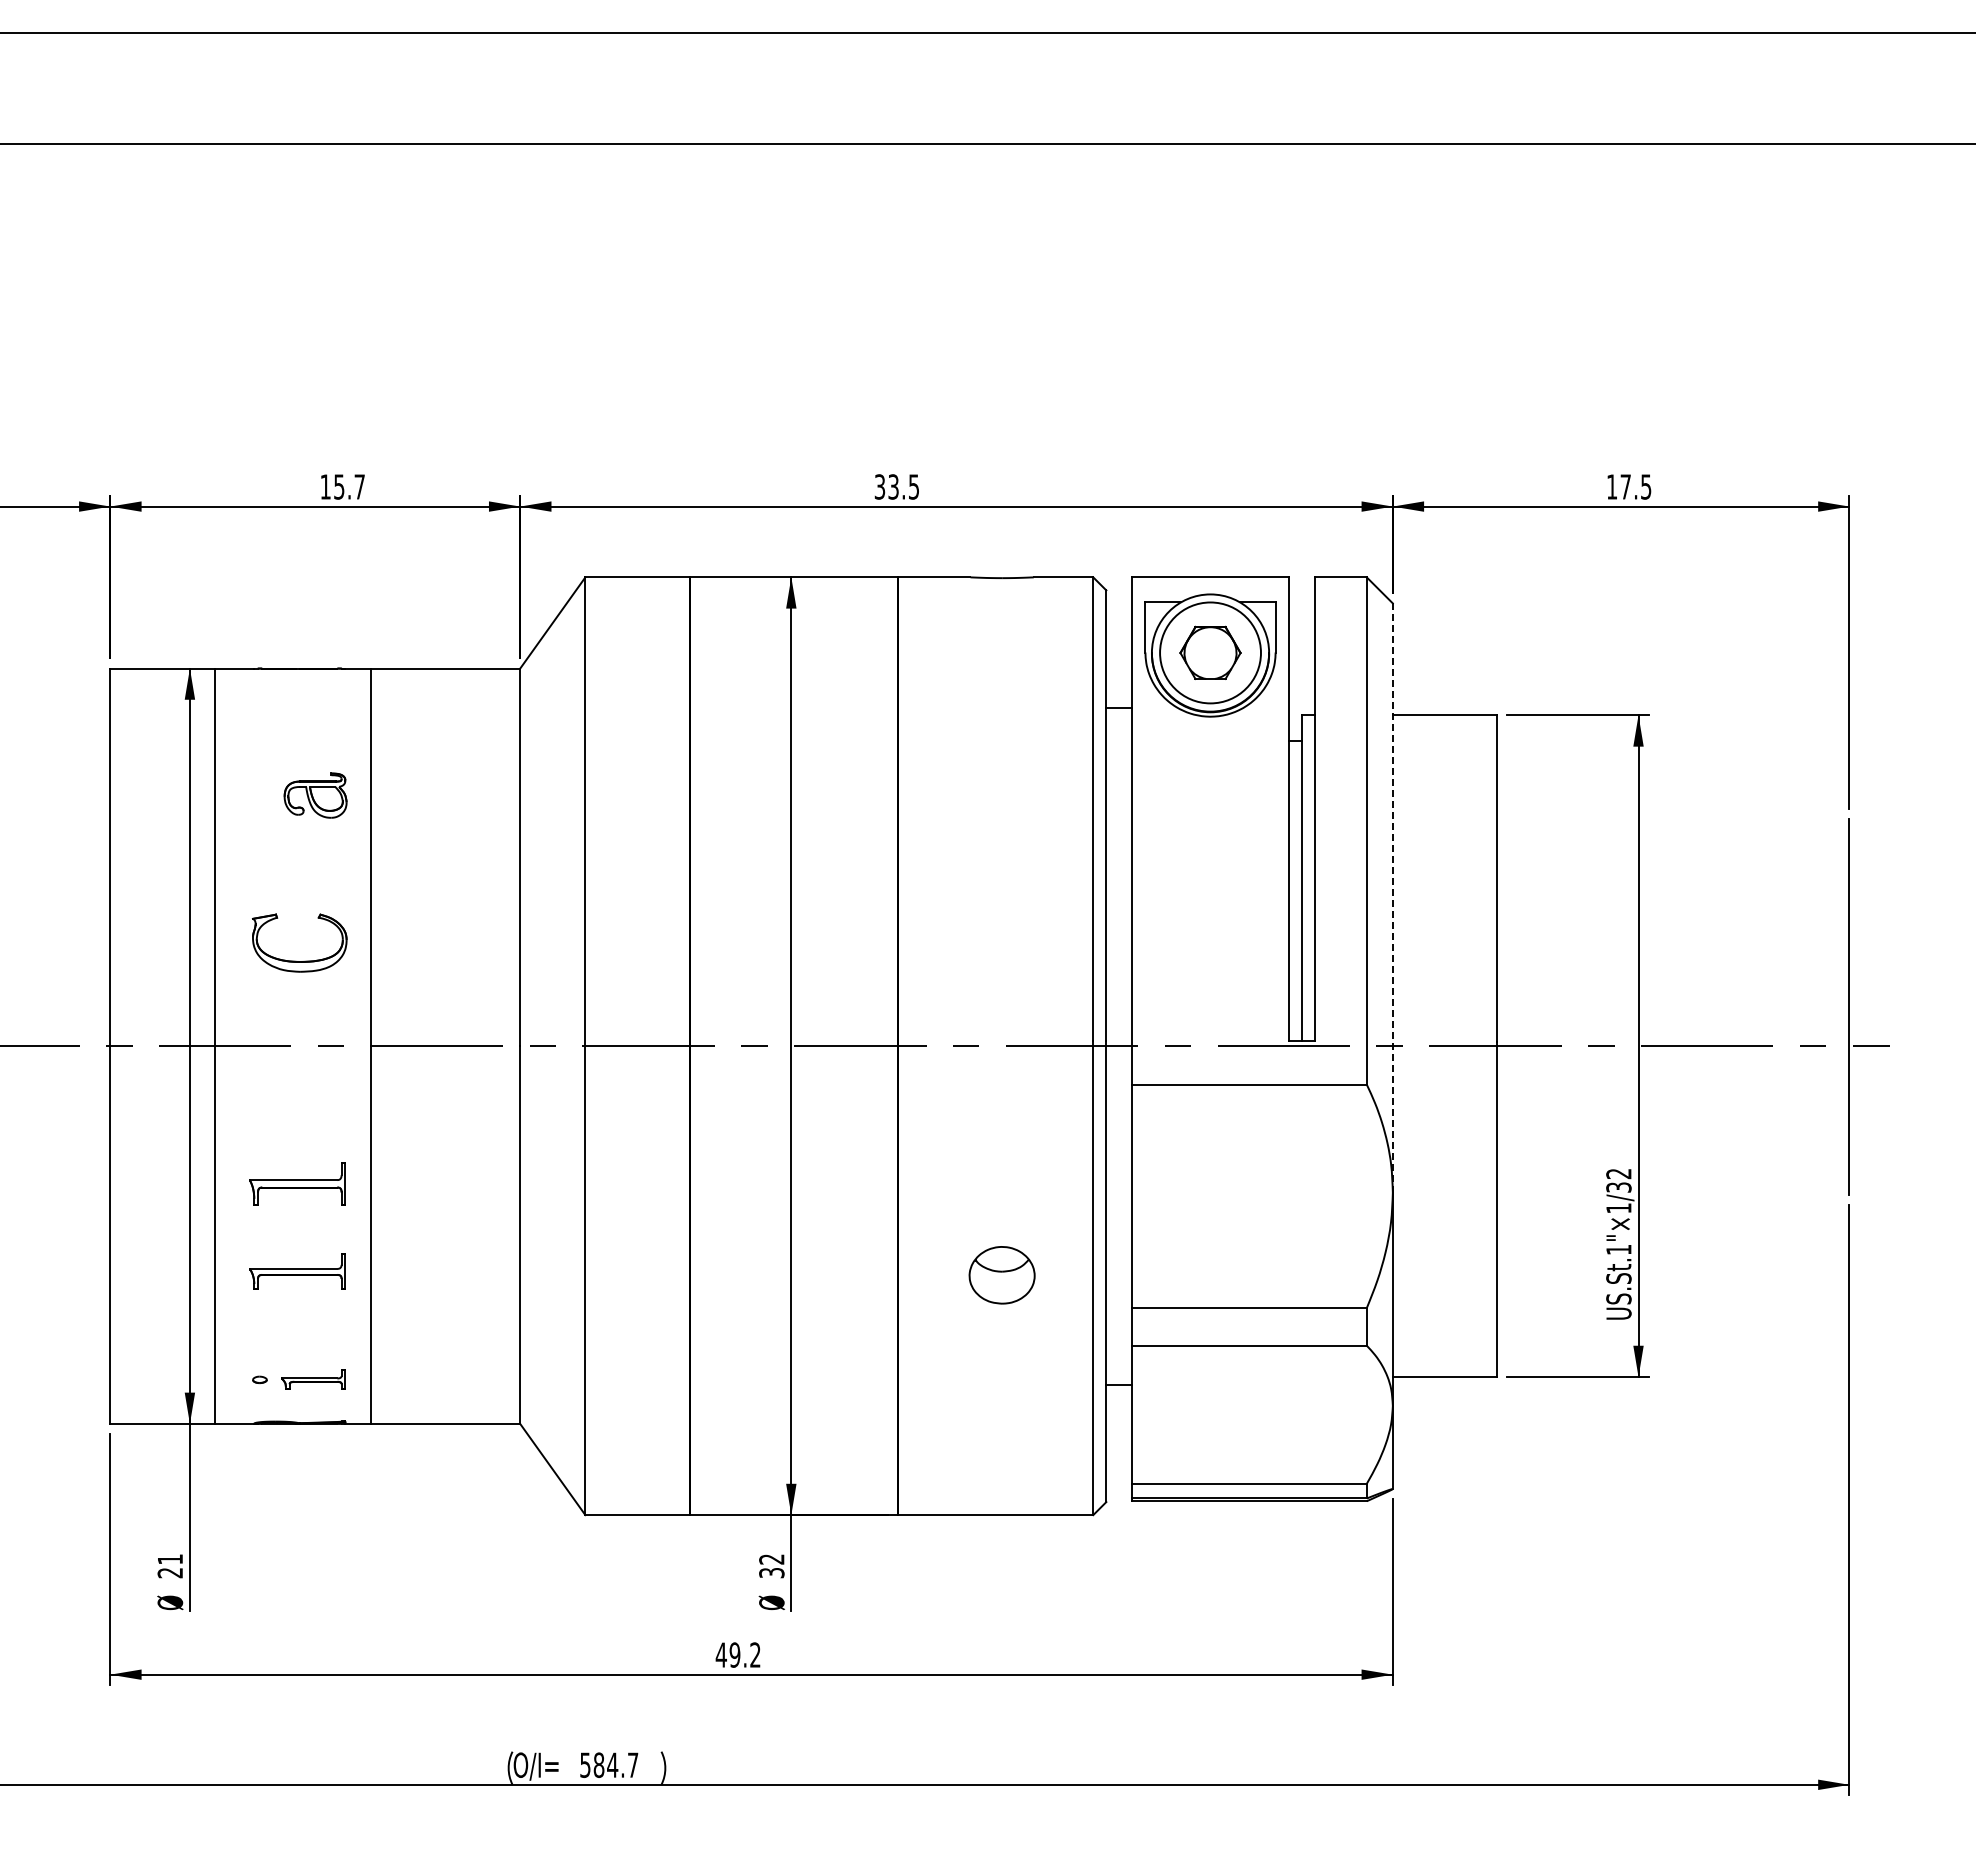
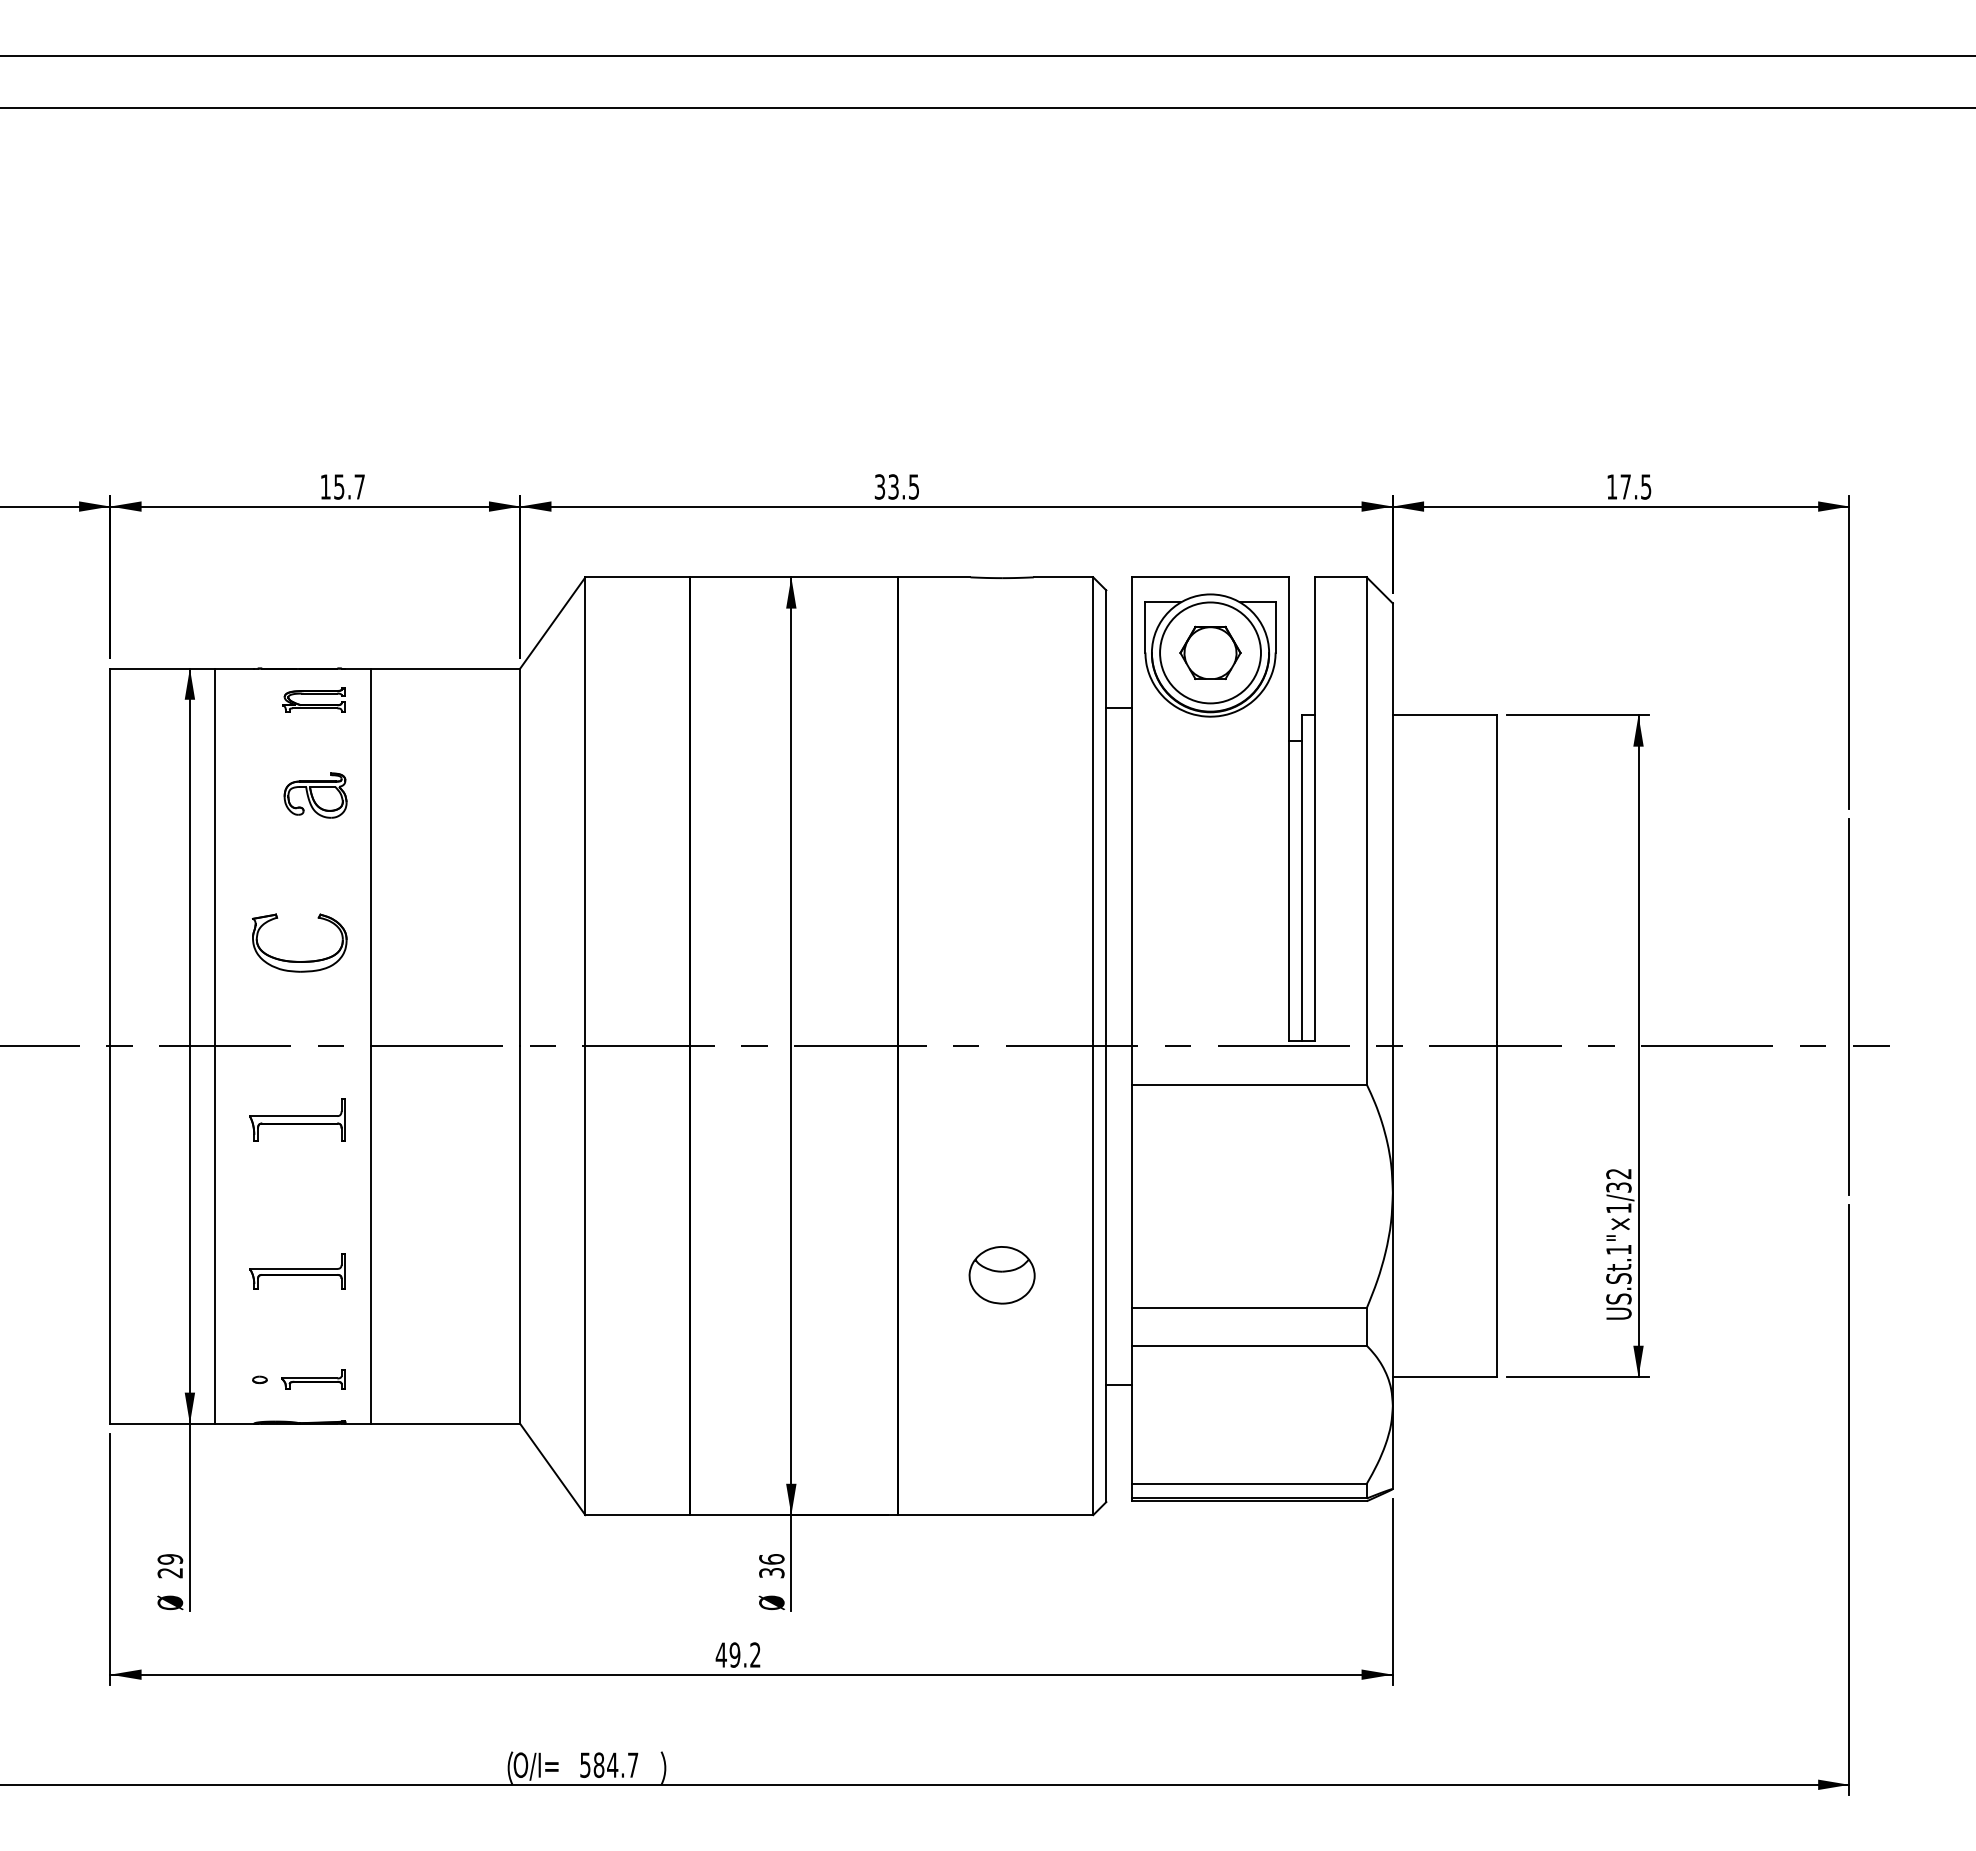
line at (987, 32) position: (987, 32) -> (987, 55)
line at (987, 143) position: (987, 143) -> (987, 107)
part at (313, 699): none -> present
line at (1392, 898): dashed -> solid
part at (297, 1183) position: (297, 1183) -> (297, 1119)
text at (170, 1559): 21 -> 29
text at (771, 1559): 32 -> 36
